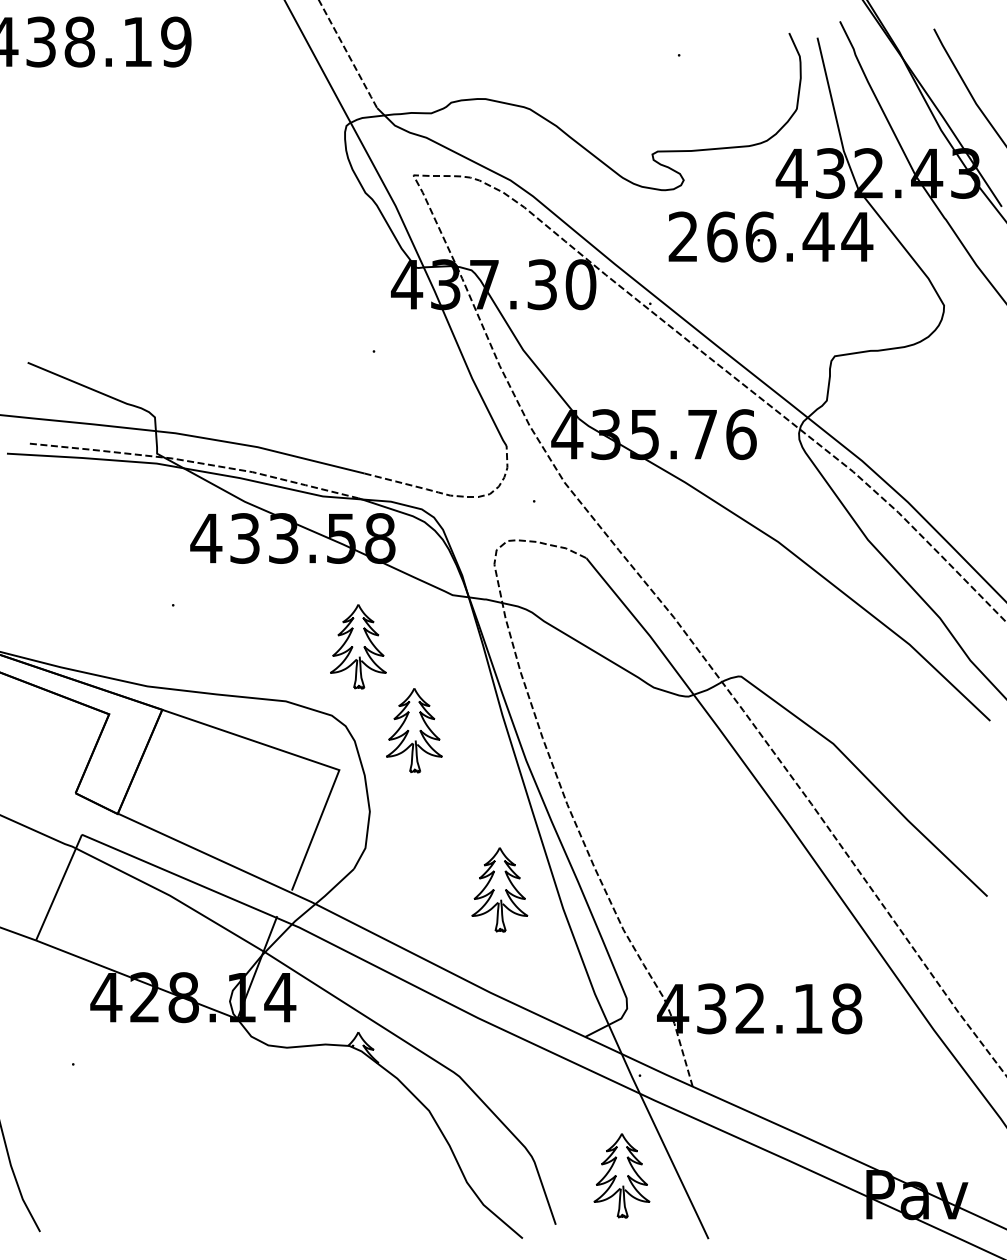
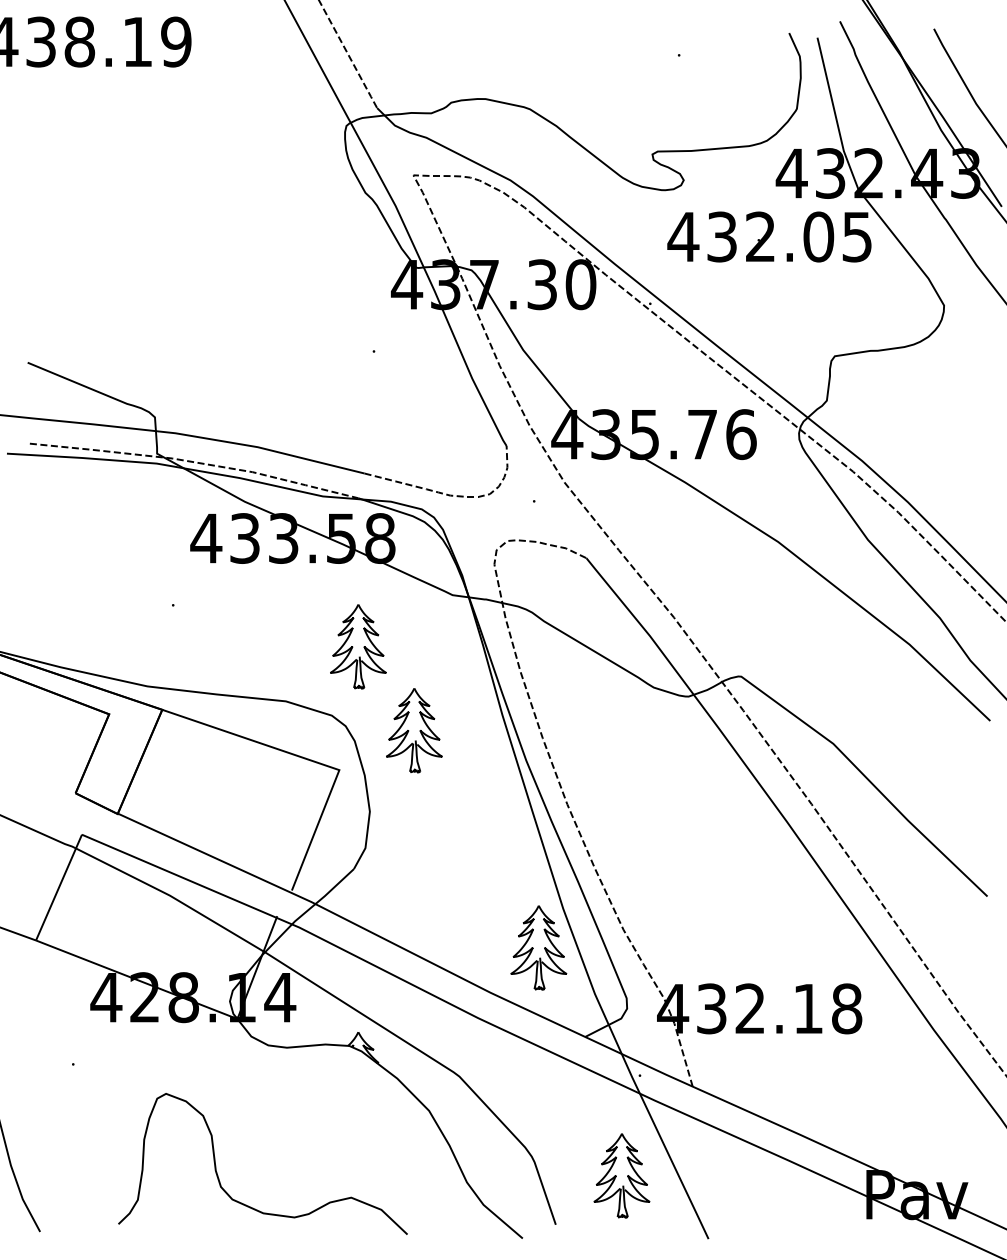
text at (770, 236): 266.44 -> 432.05
part at (499, 889) position: (499, 889) -> (538, 947)
curve at (244, 1203): none -> present
